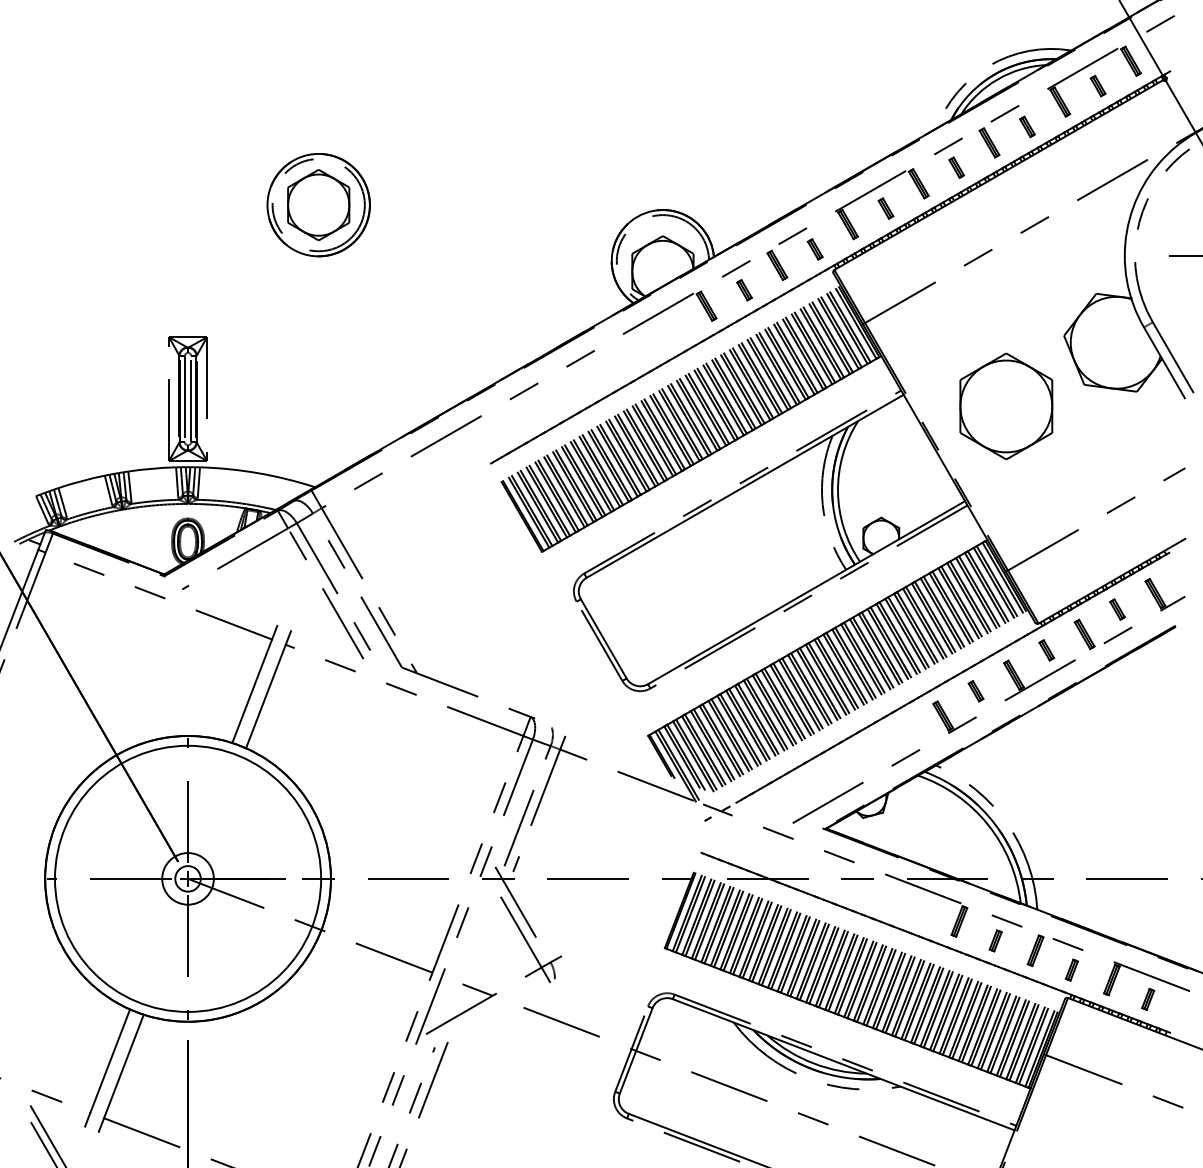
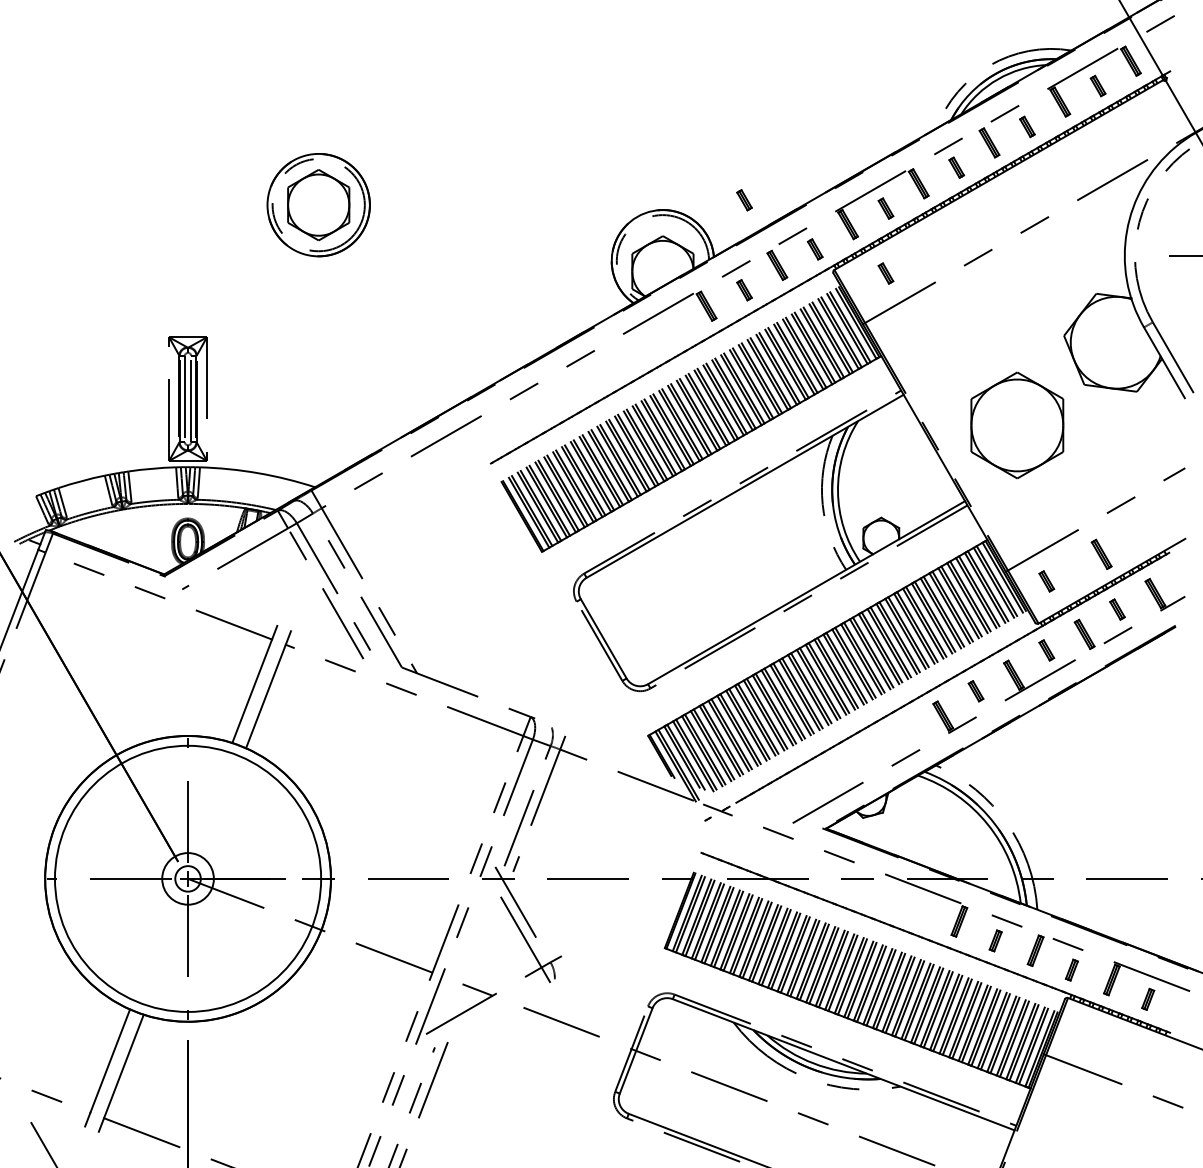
part at (744, 200): none -> present
part at (885, 273): none -> present
part at (1006, 406) position: (1006, 406) -> (1017, 425)
part at (1101, 553): none -> present
part at (1046, 581): none -> present
line at (47, 1134): present -> none
